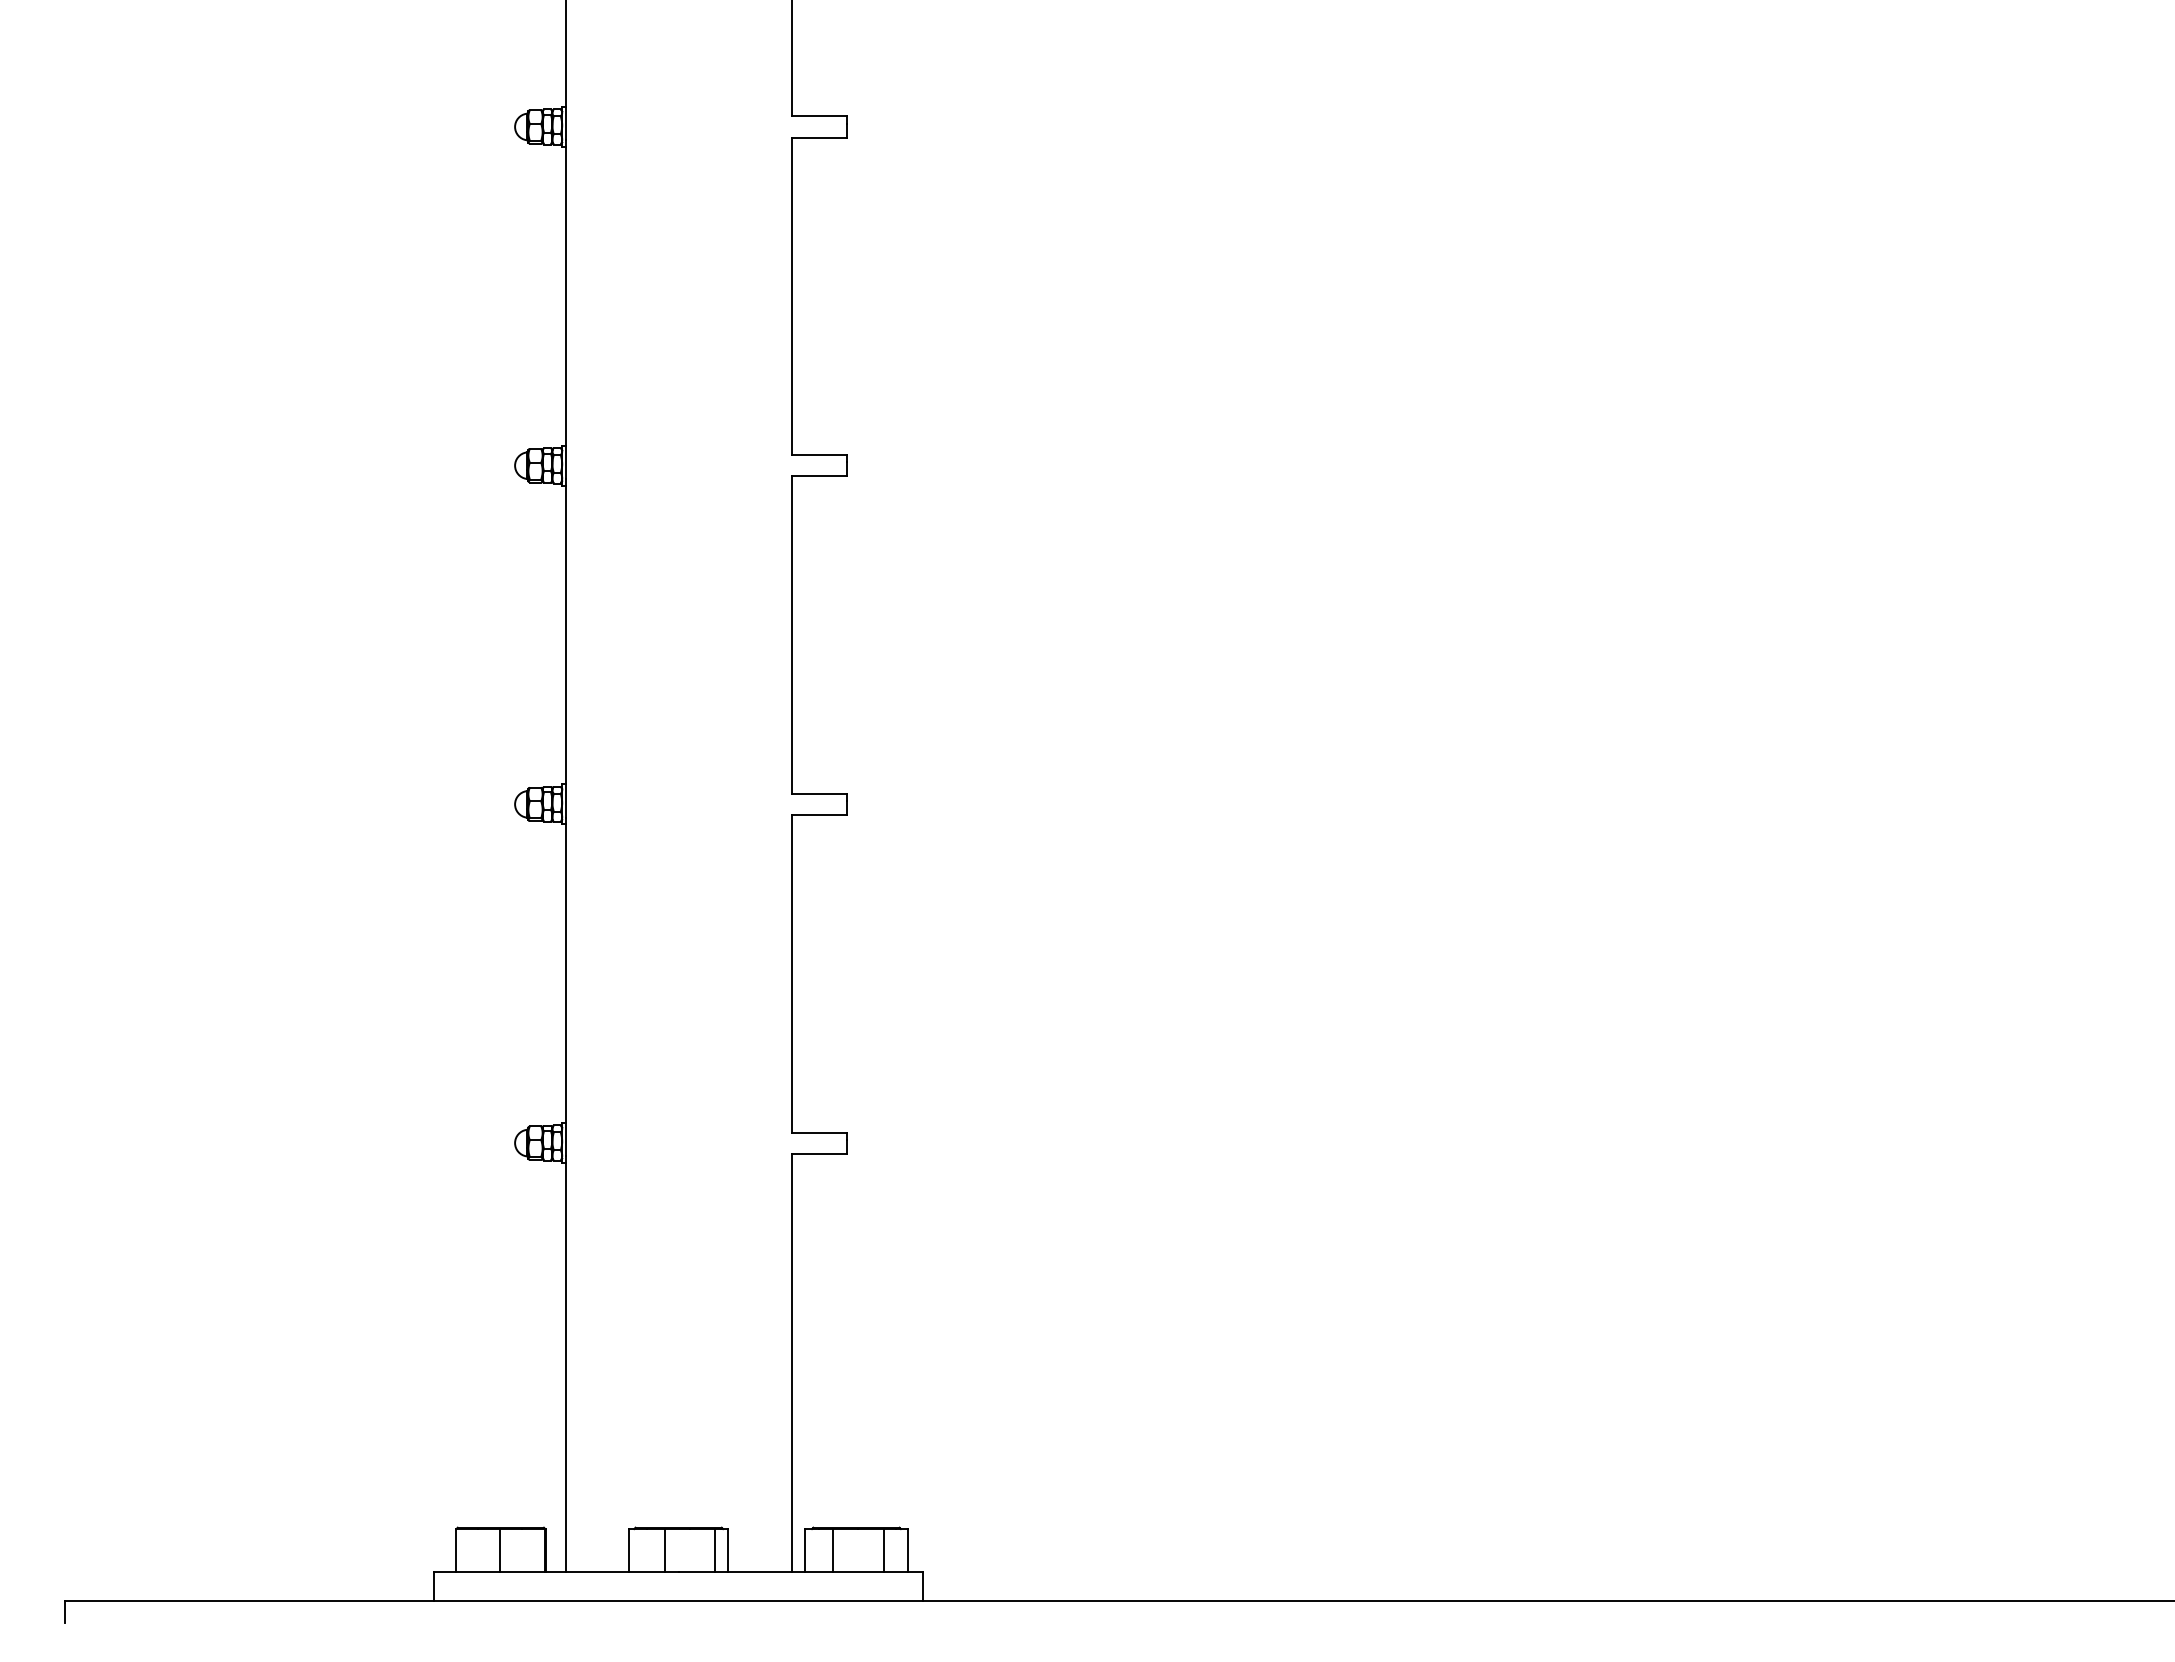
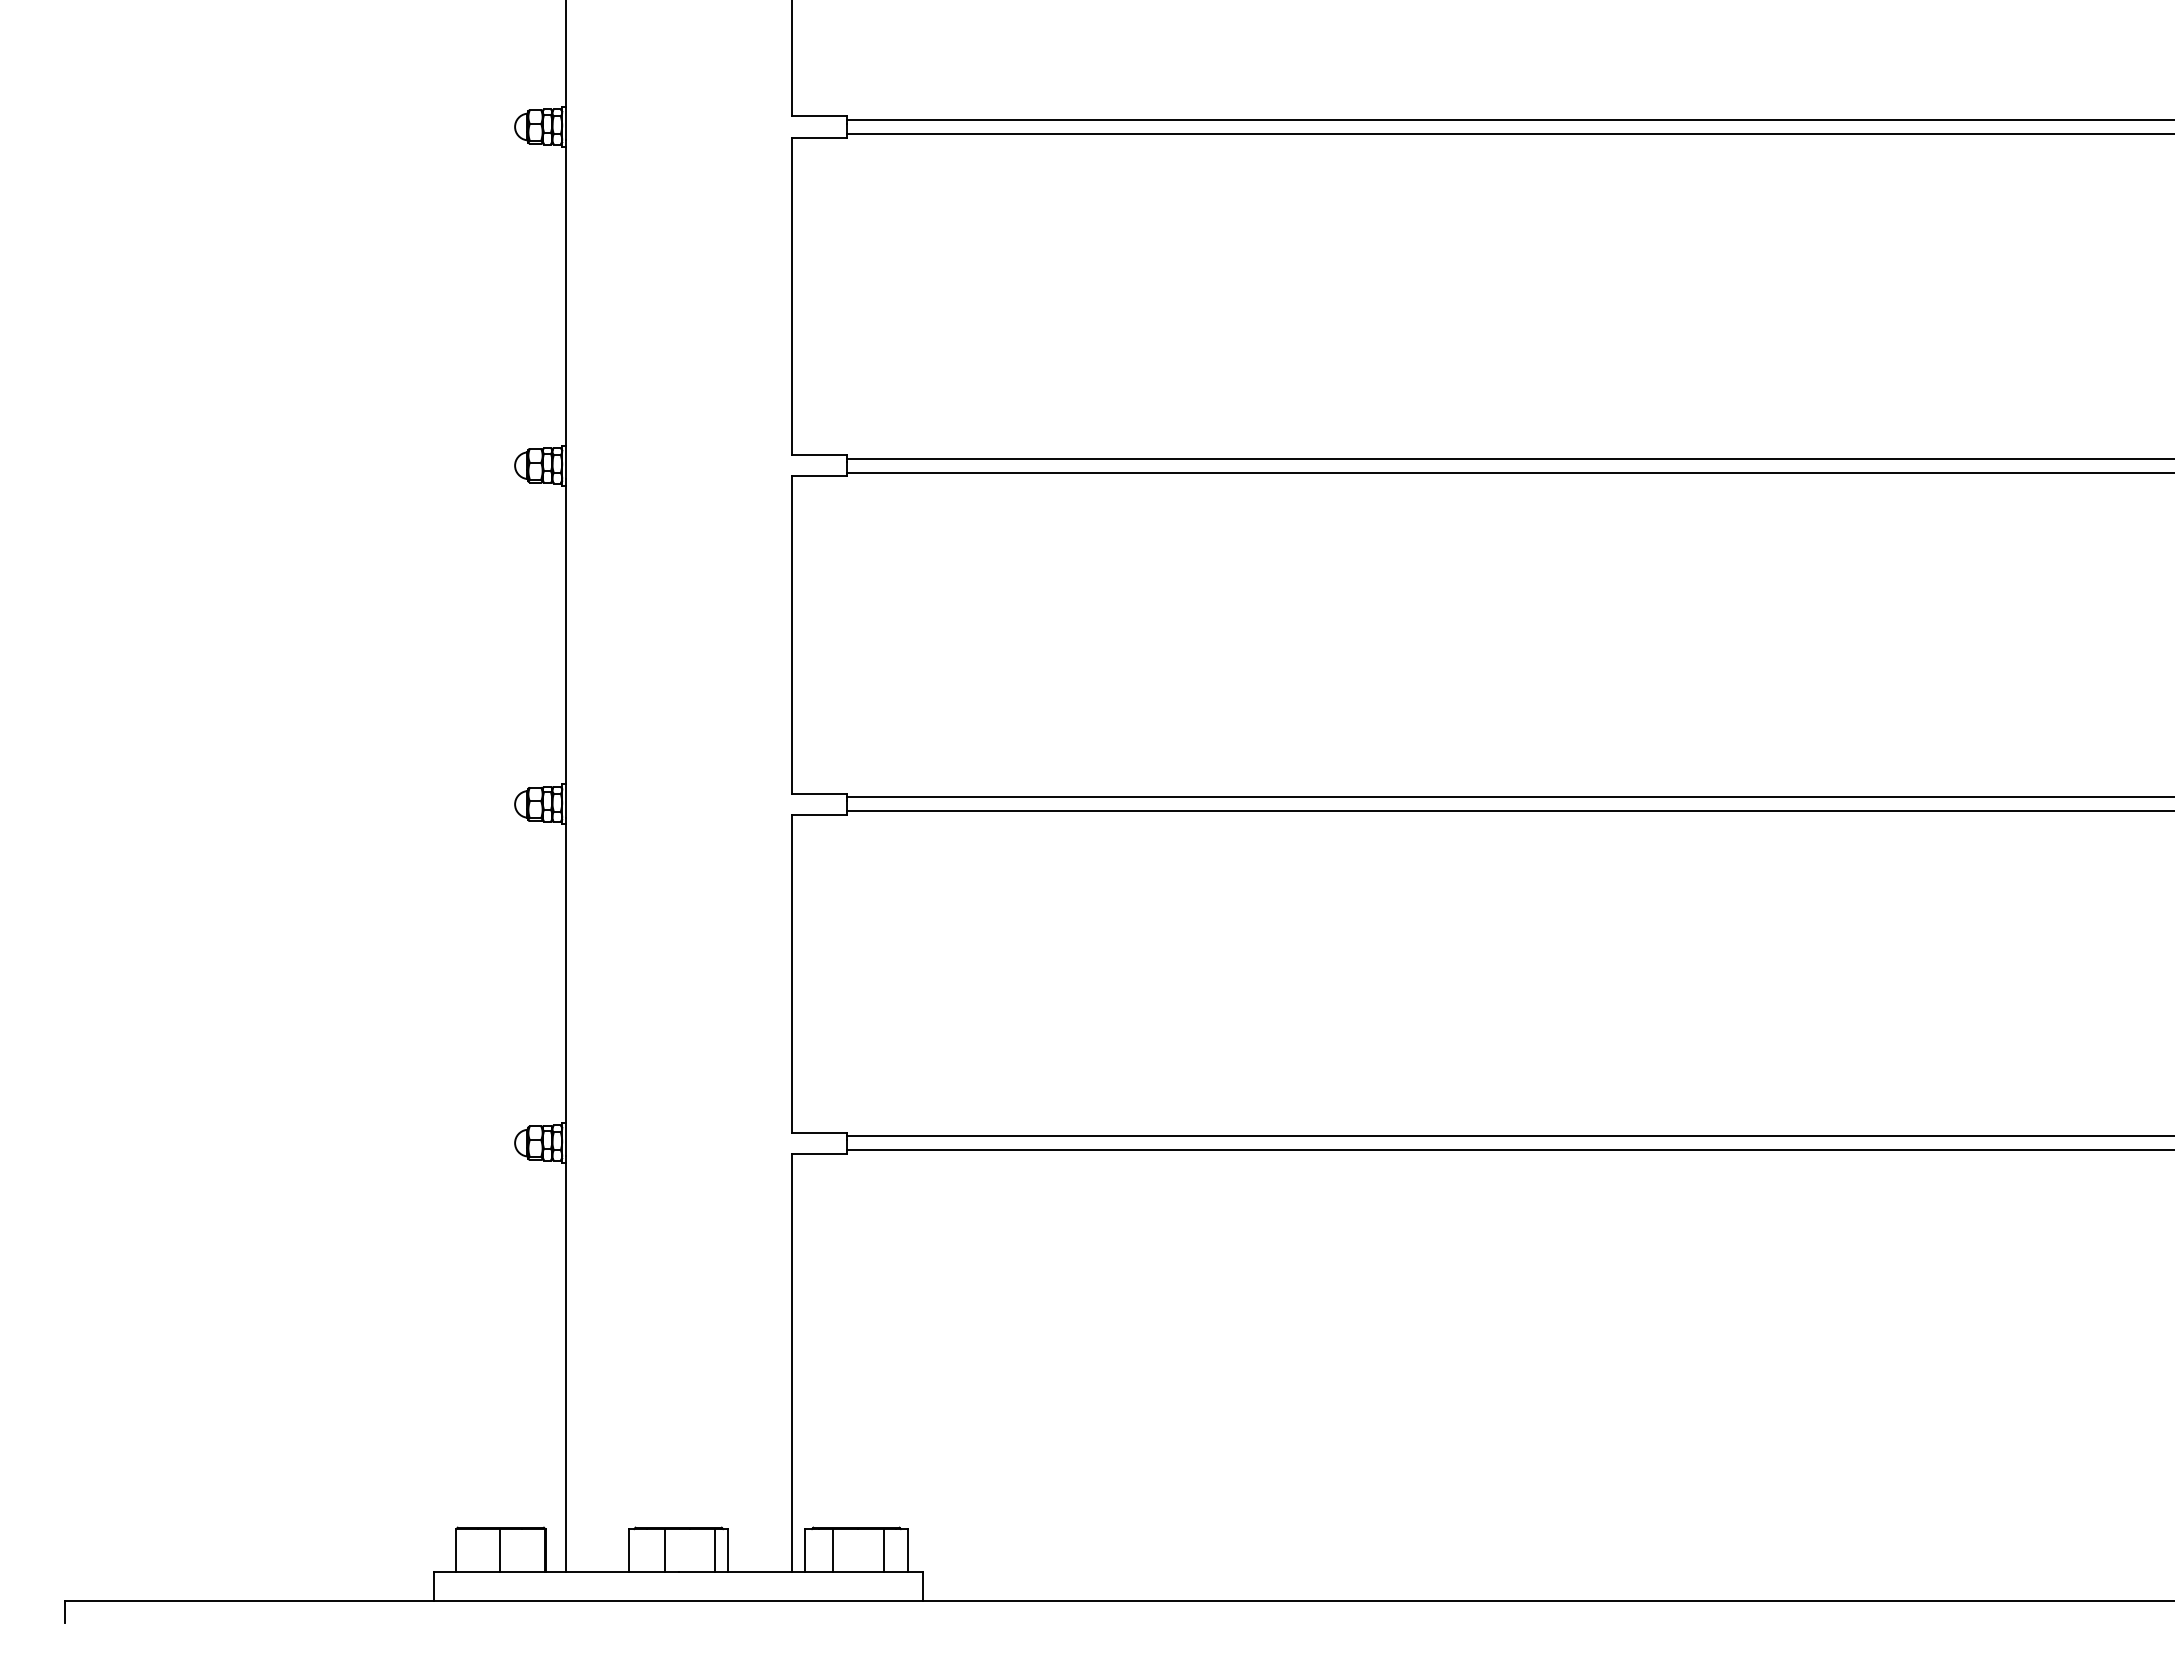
line at (1509, 119): none -> present
line at (1509, 134): none -> present
line at (1509, 458): none -> present
line at (1509, 472): none -> present
line at (1509, 797): none -> present
line at (1509, 811): none -> present
line at (1509, 1136): none -> present
line at (1509, 1150): none -> present
